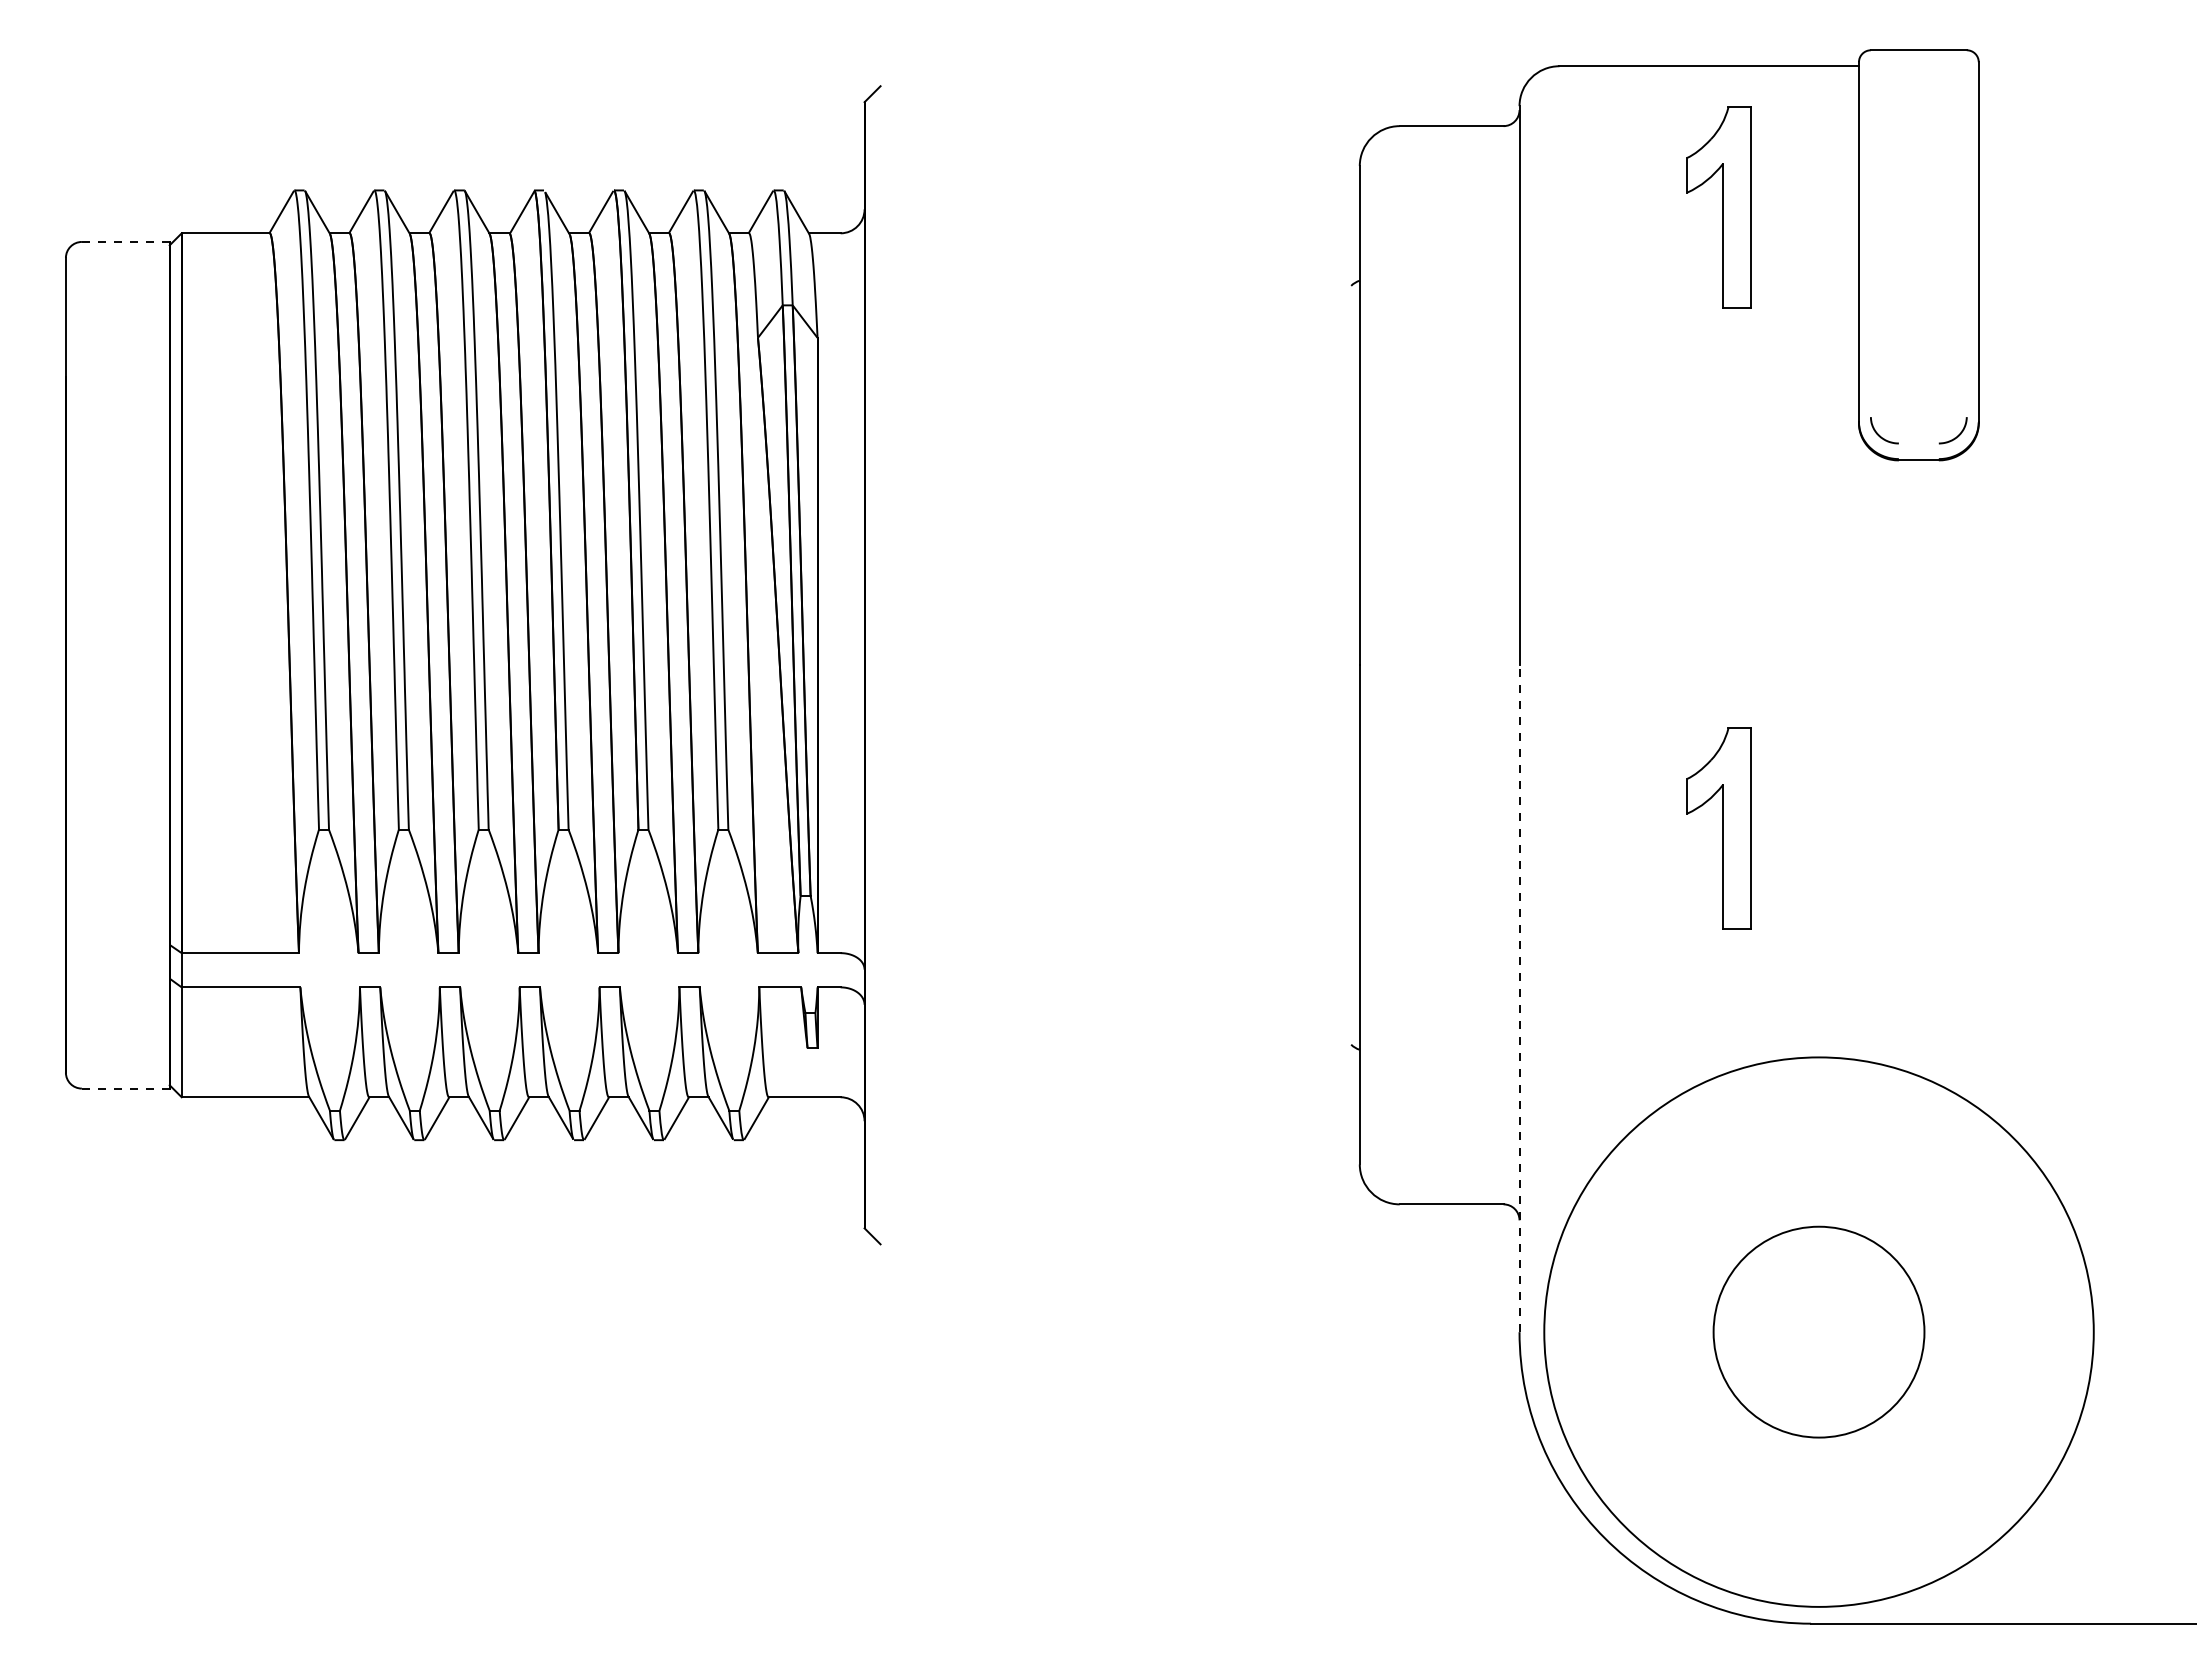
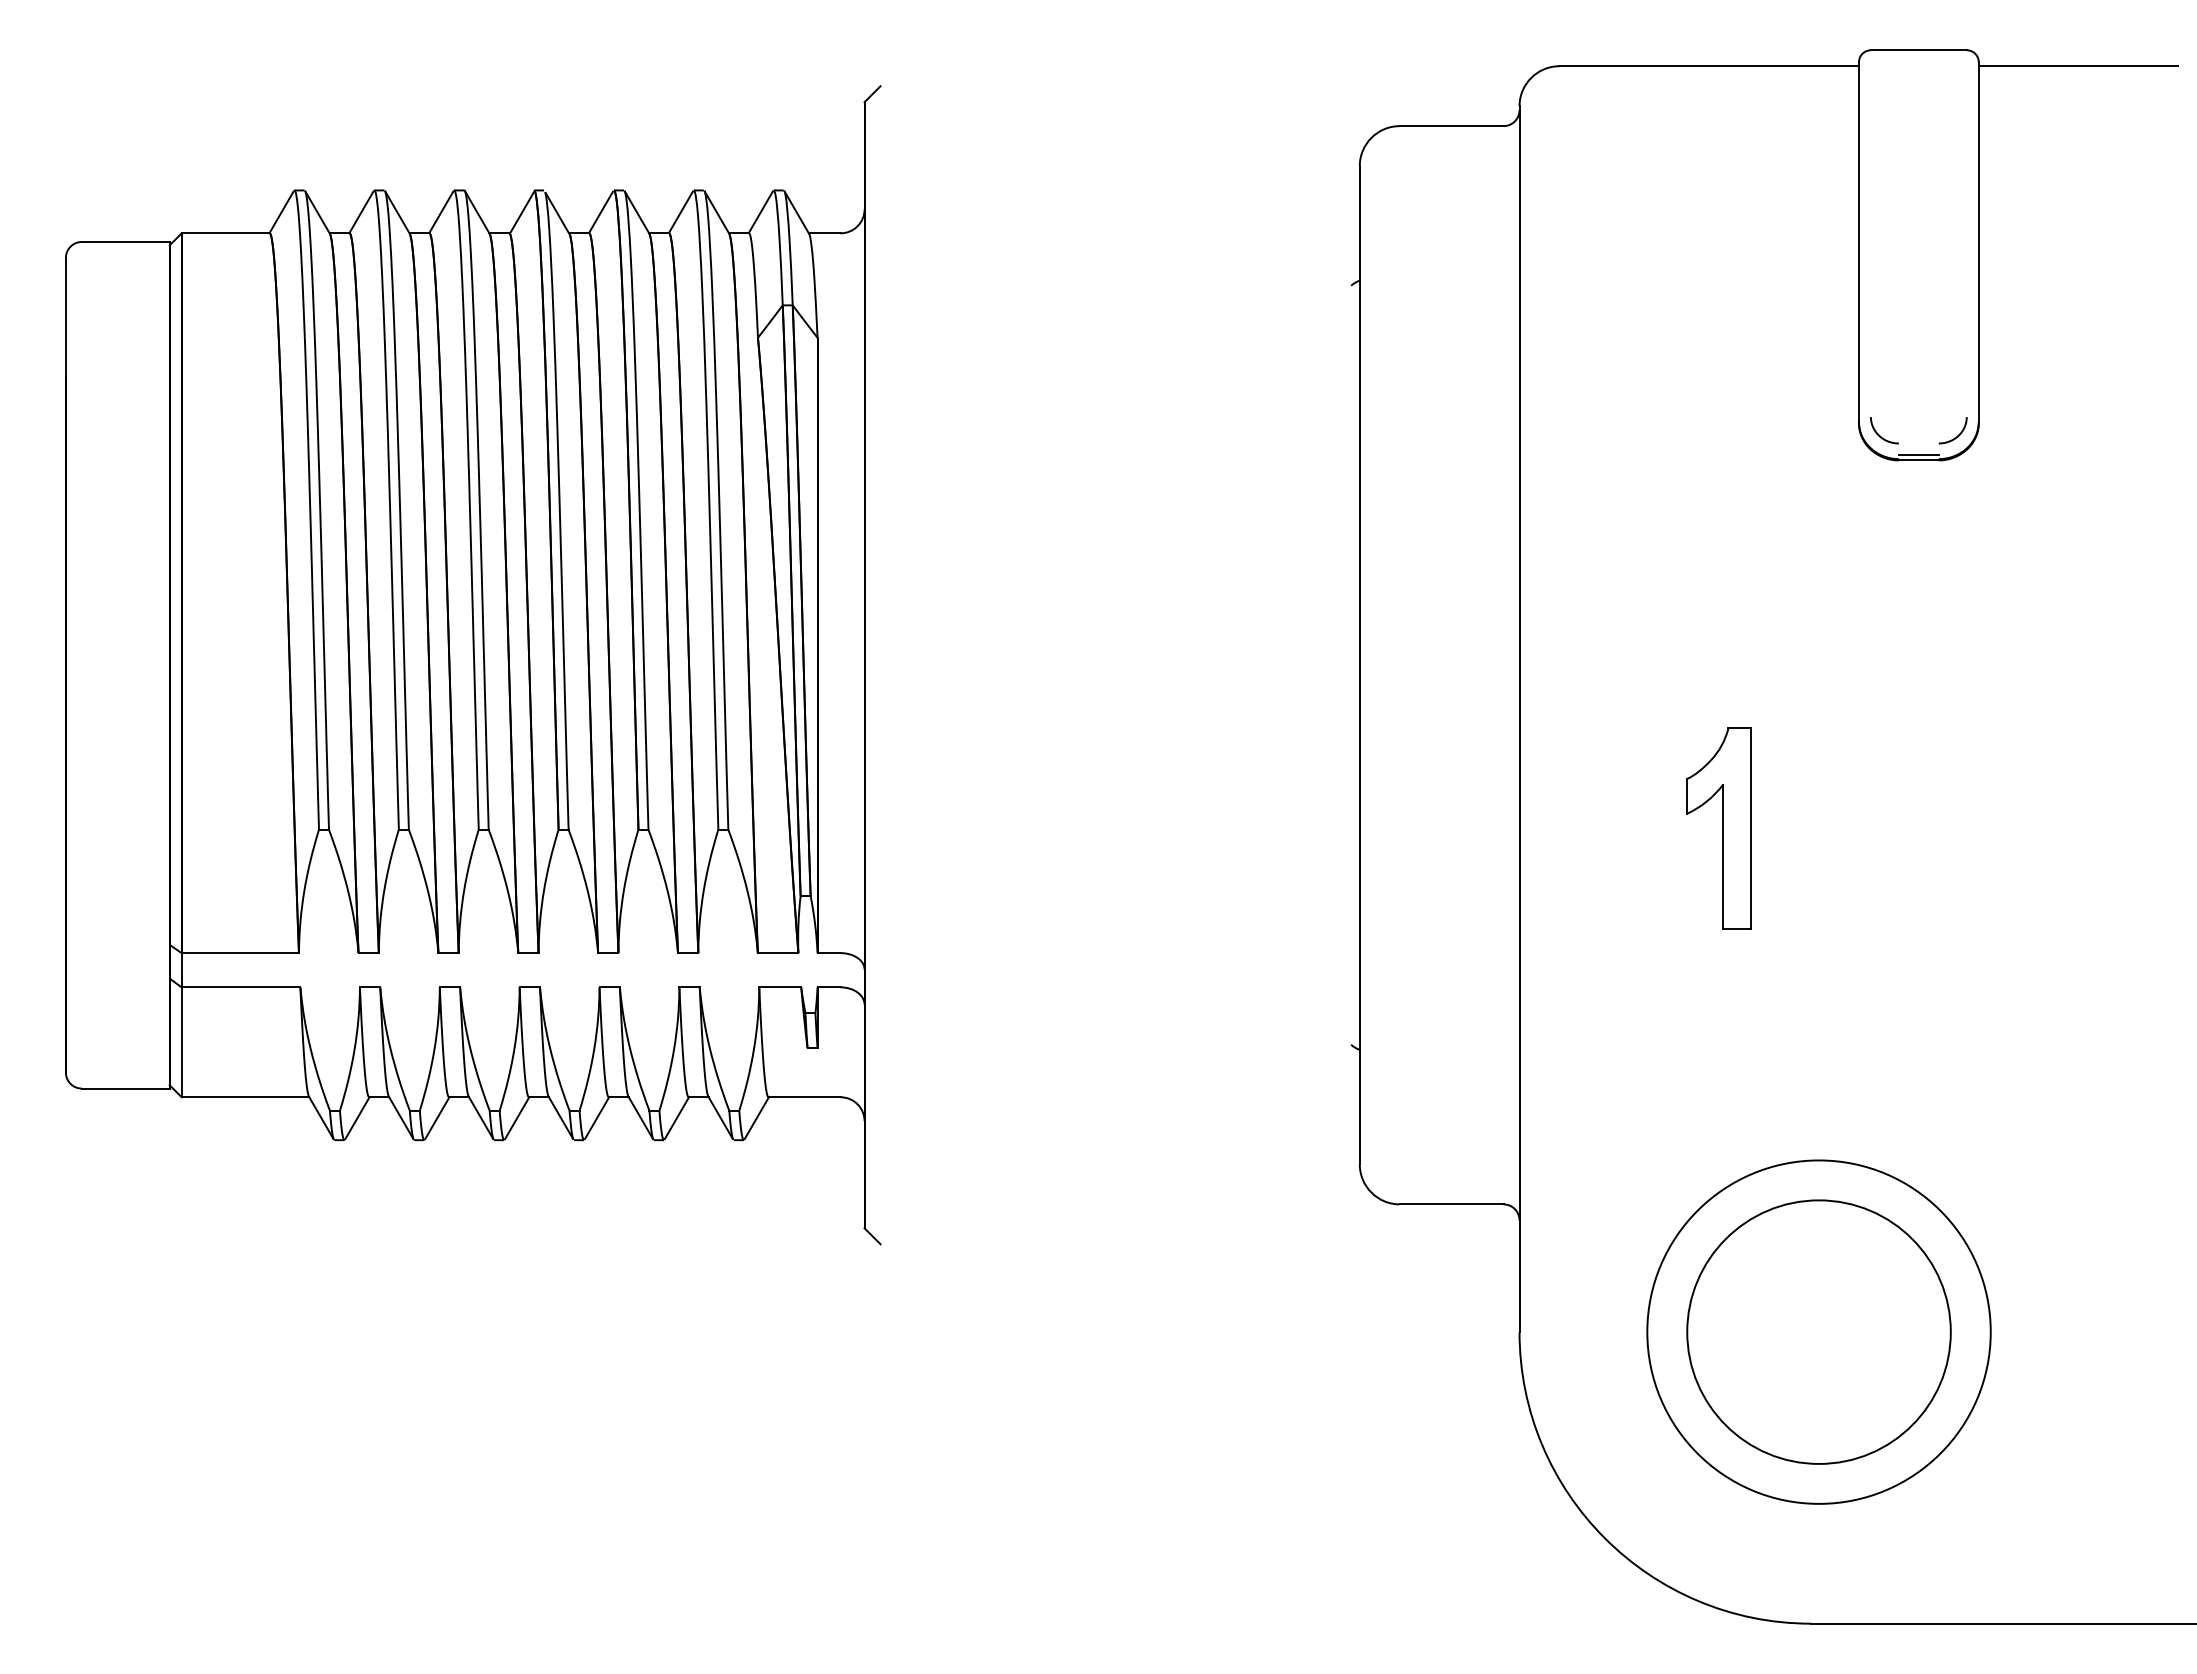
line at (2078, 66): none -> present
part at (1718, 207): present -> none
line at (125, 241): dashed -> solid
line at (1918, 454): none -> present
line at (1519, 998): dashed -> solid
line at (125, 1088): dashed -> solid
circle at (1818, 1331) diameter: 211 px -> 264 px
circle at (1818, 1331) diameter: 549 px -> 343 px
